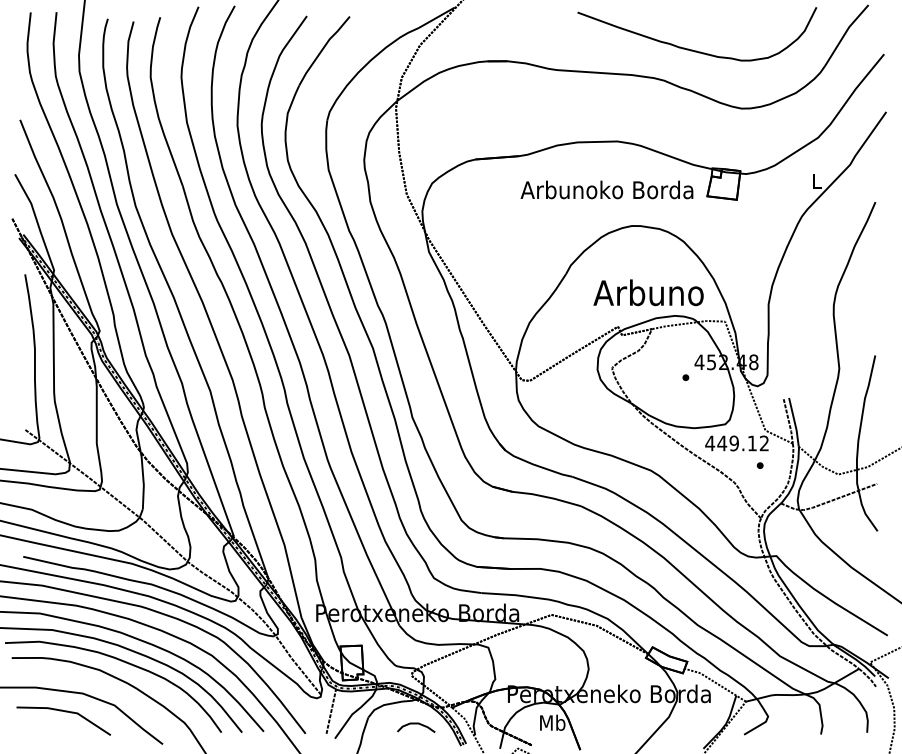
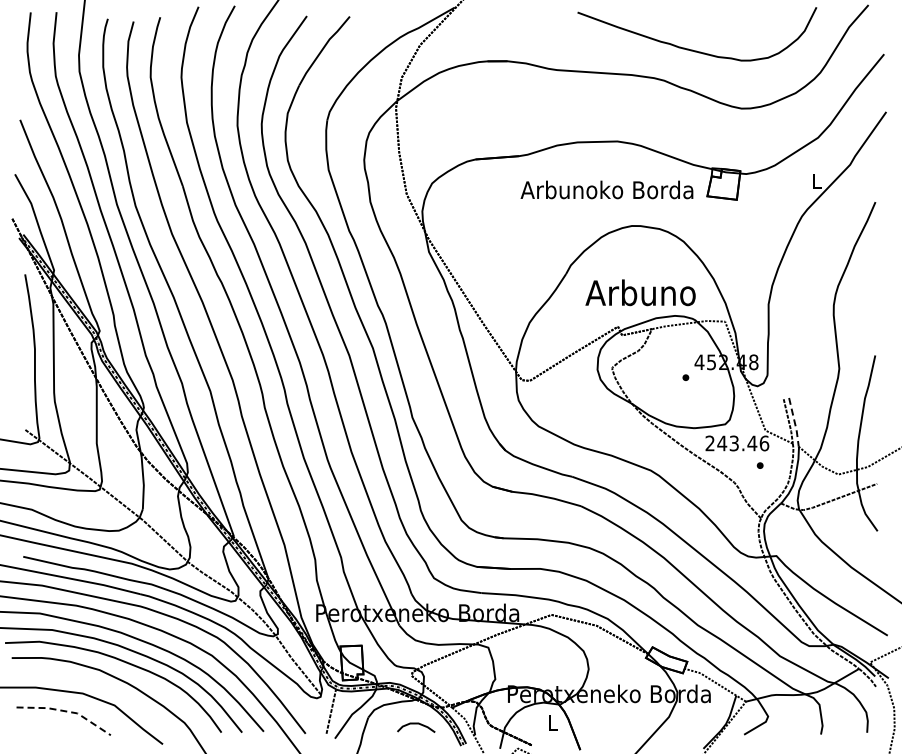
text at (648, 292) position: (648, 292) -> (640, 292)
line at (794, 422): solid -> dashed
text at (737, 443): 449.12 -> 243.46
line at (66, 711): solid -> dashed
text at (552, 722): Mb -> L
